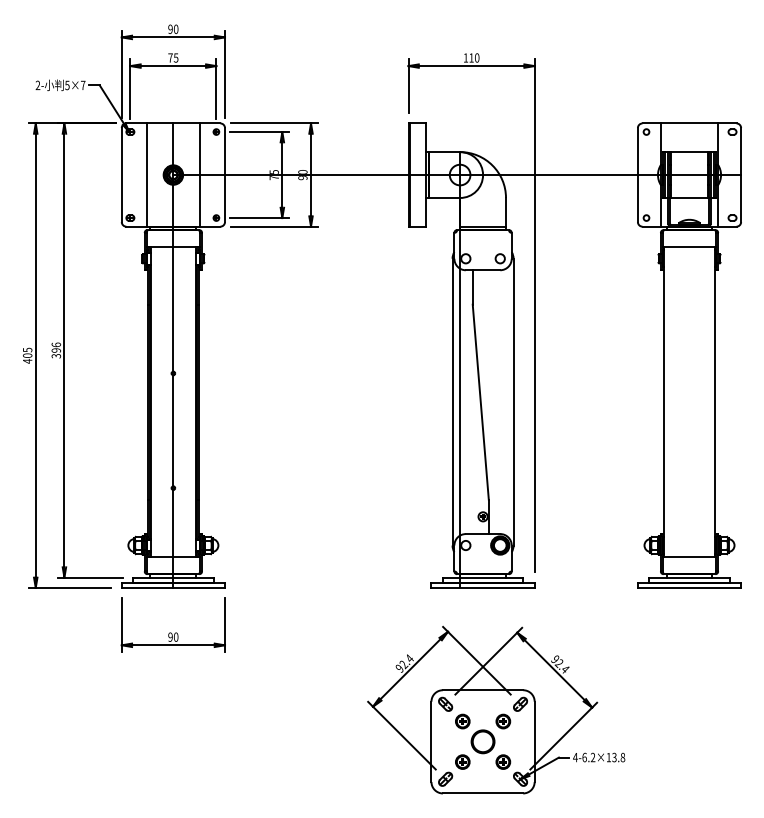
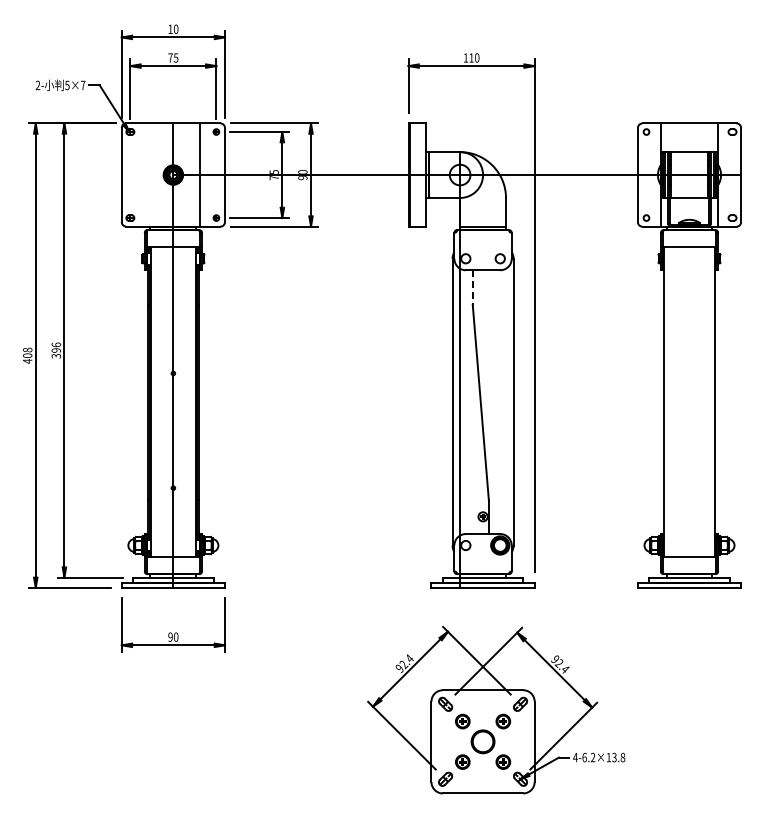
text at (170, 28): 90 -> 10
line at (146, 174): present -> none
line at (472, 287): solid -> dashed
text at (27, 349): 405 -> 408
